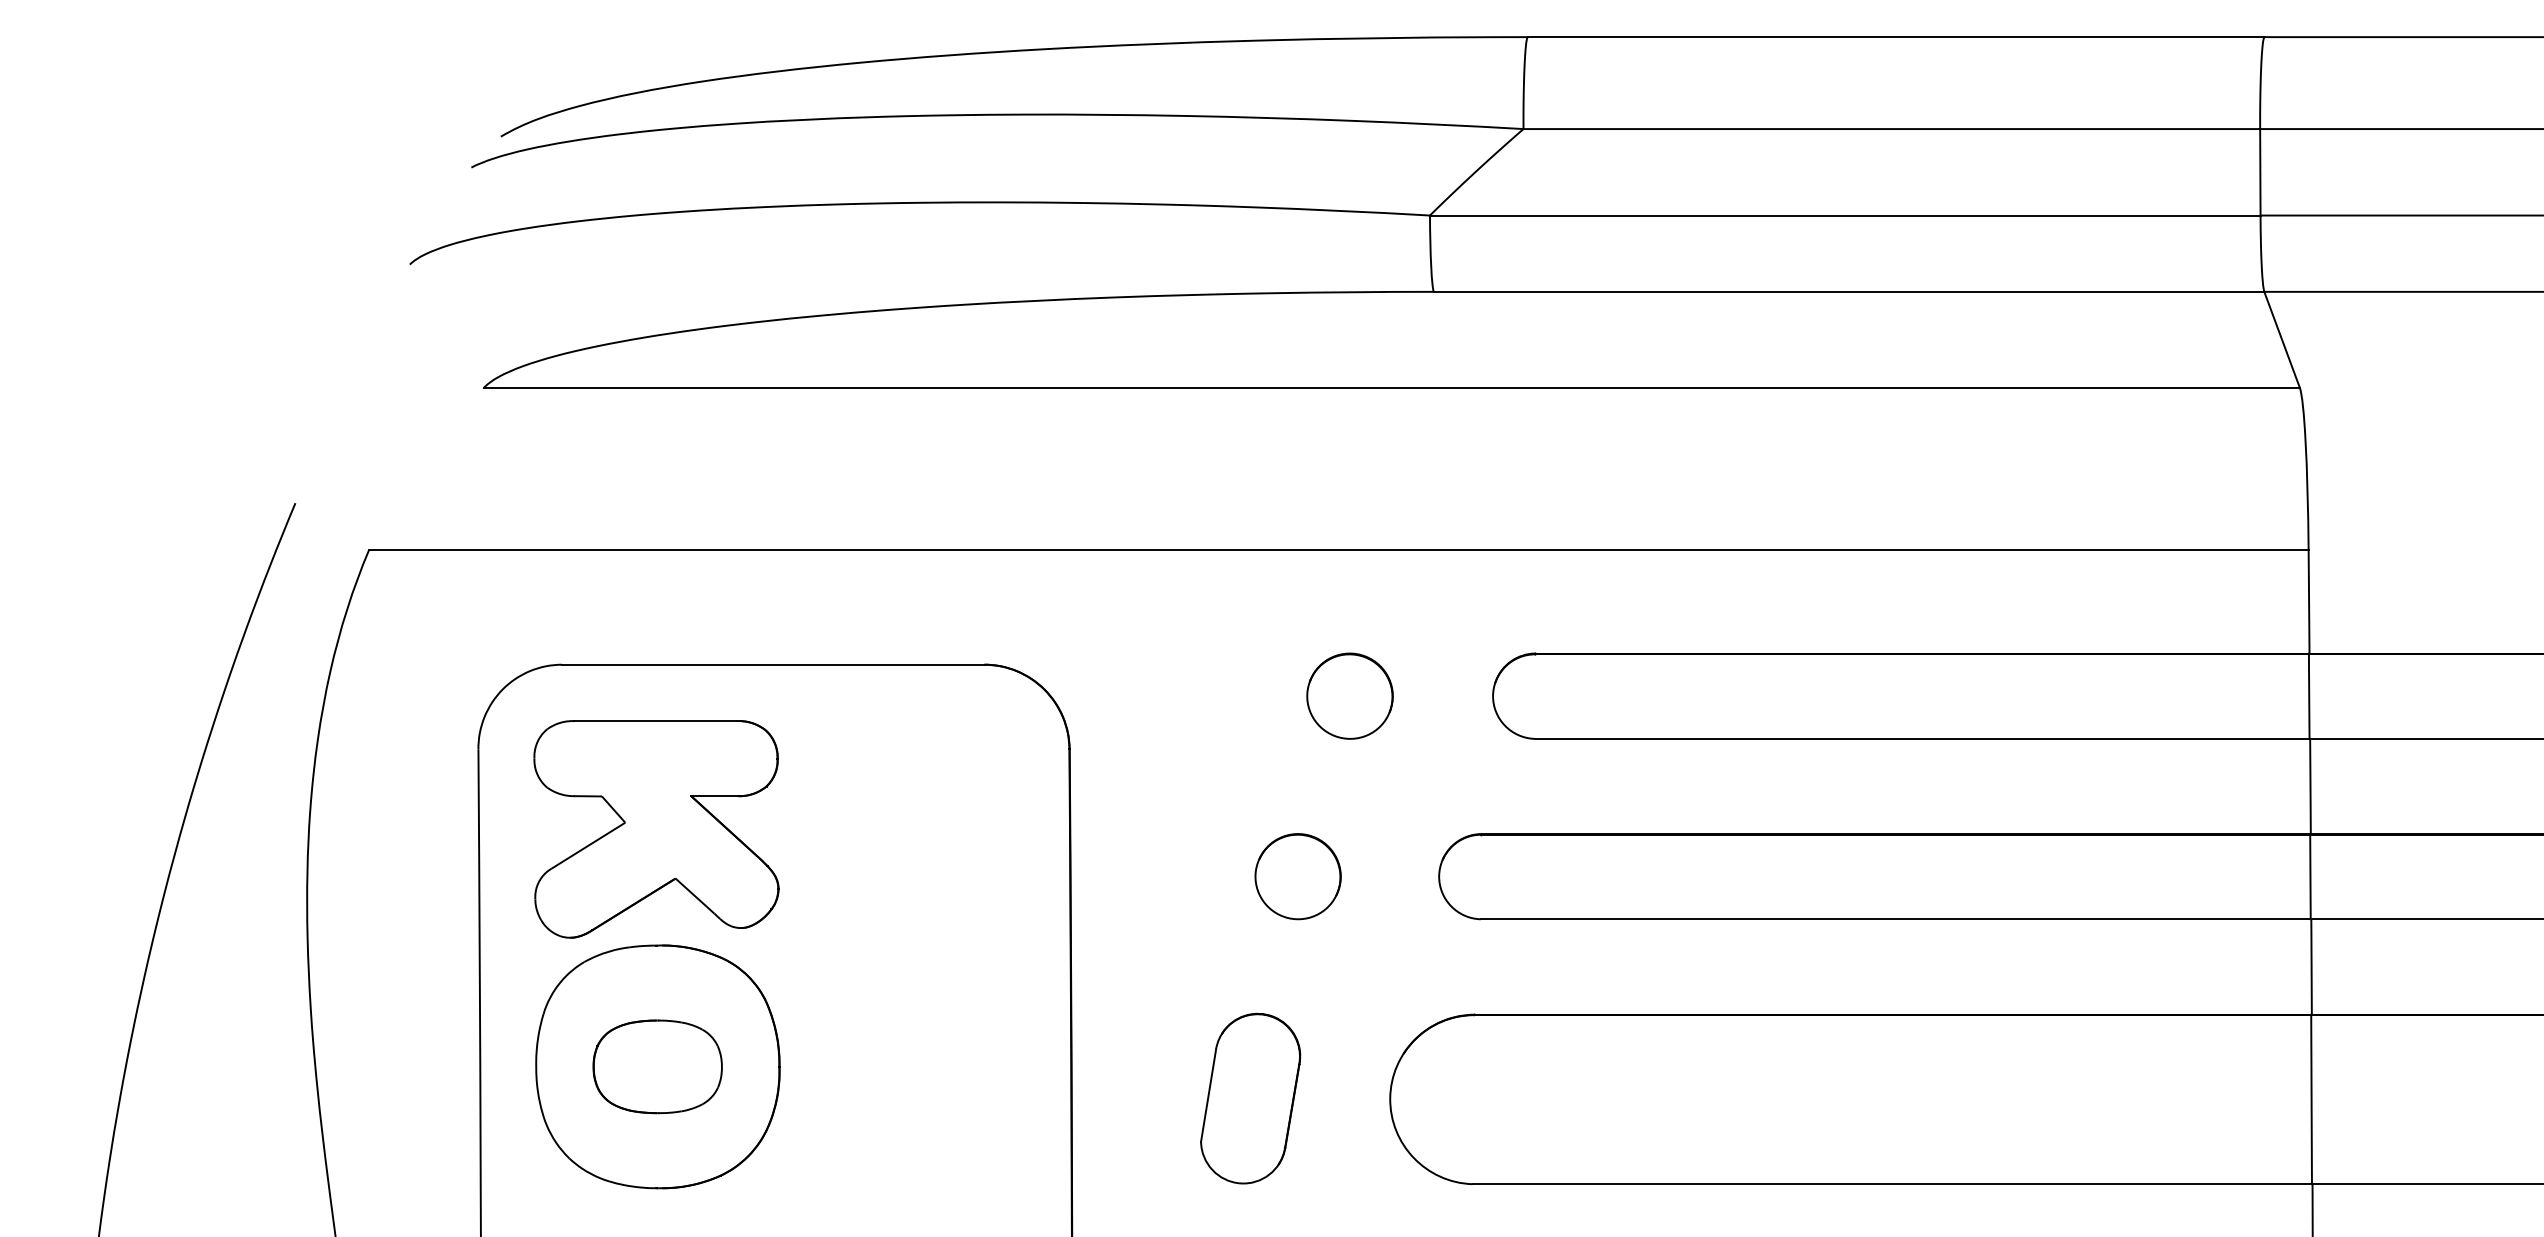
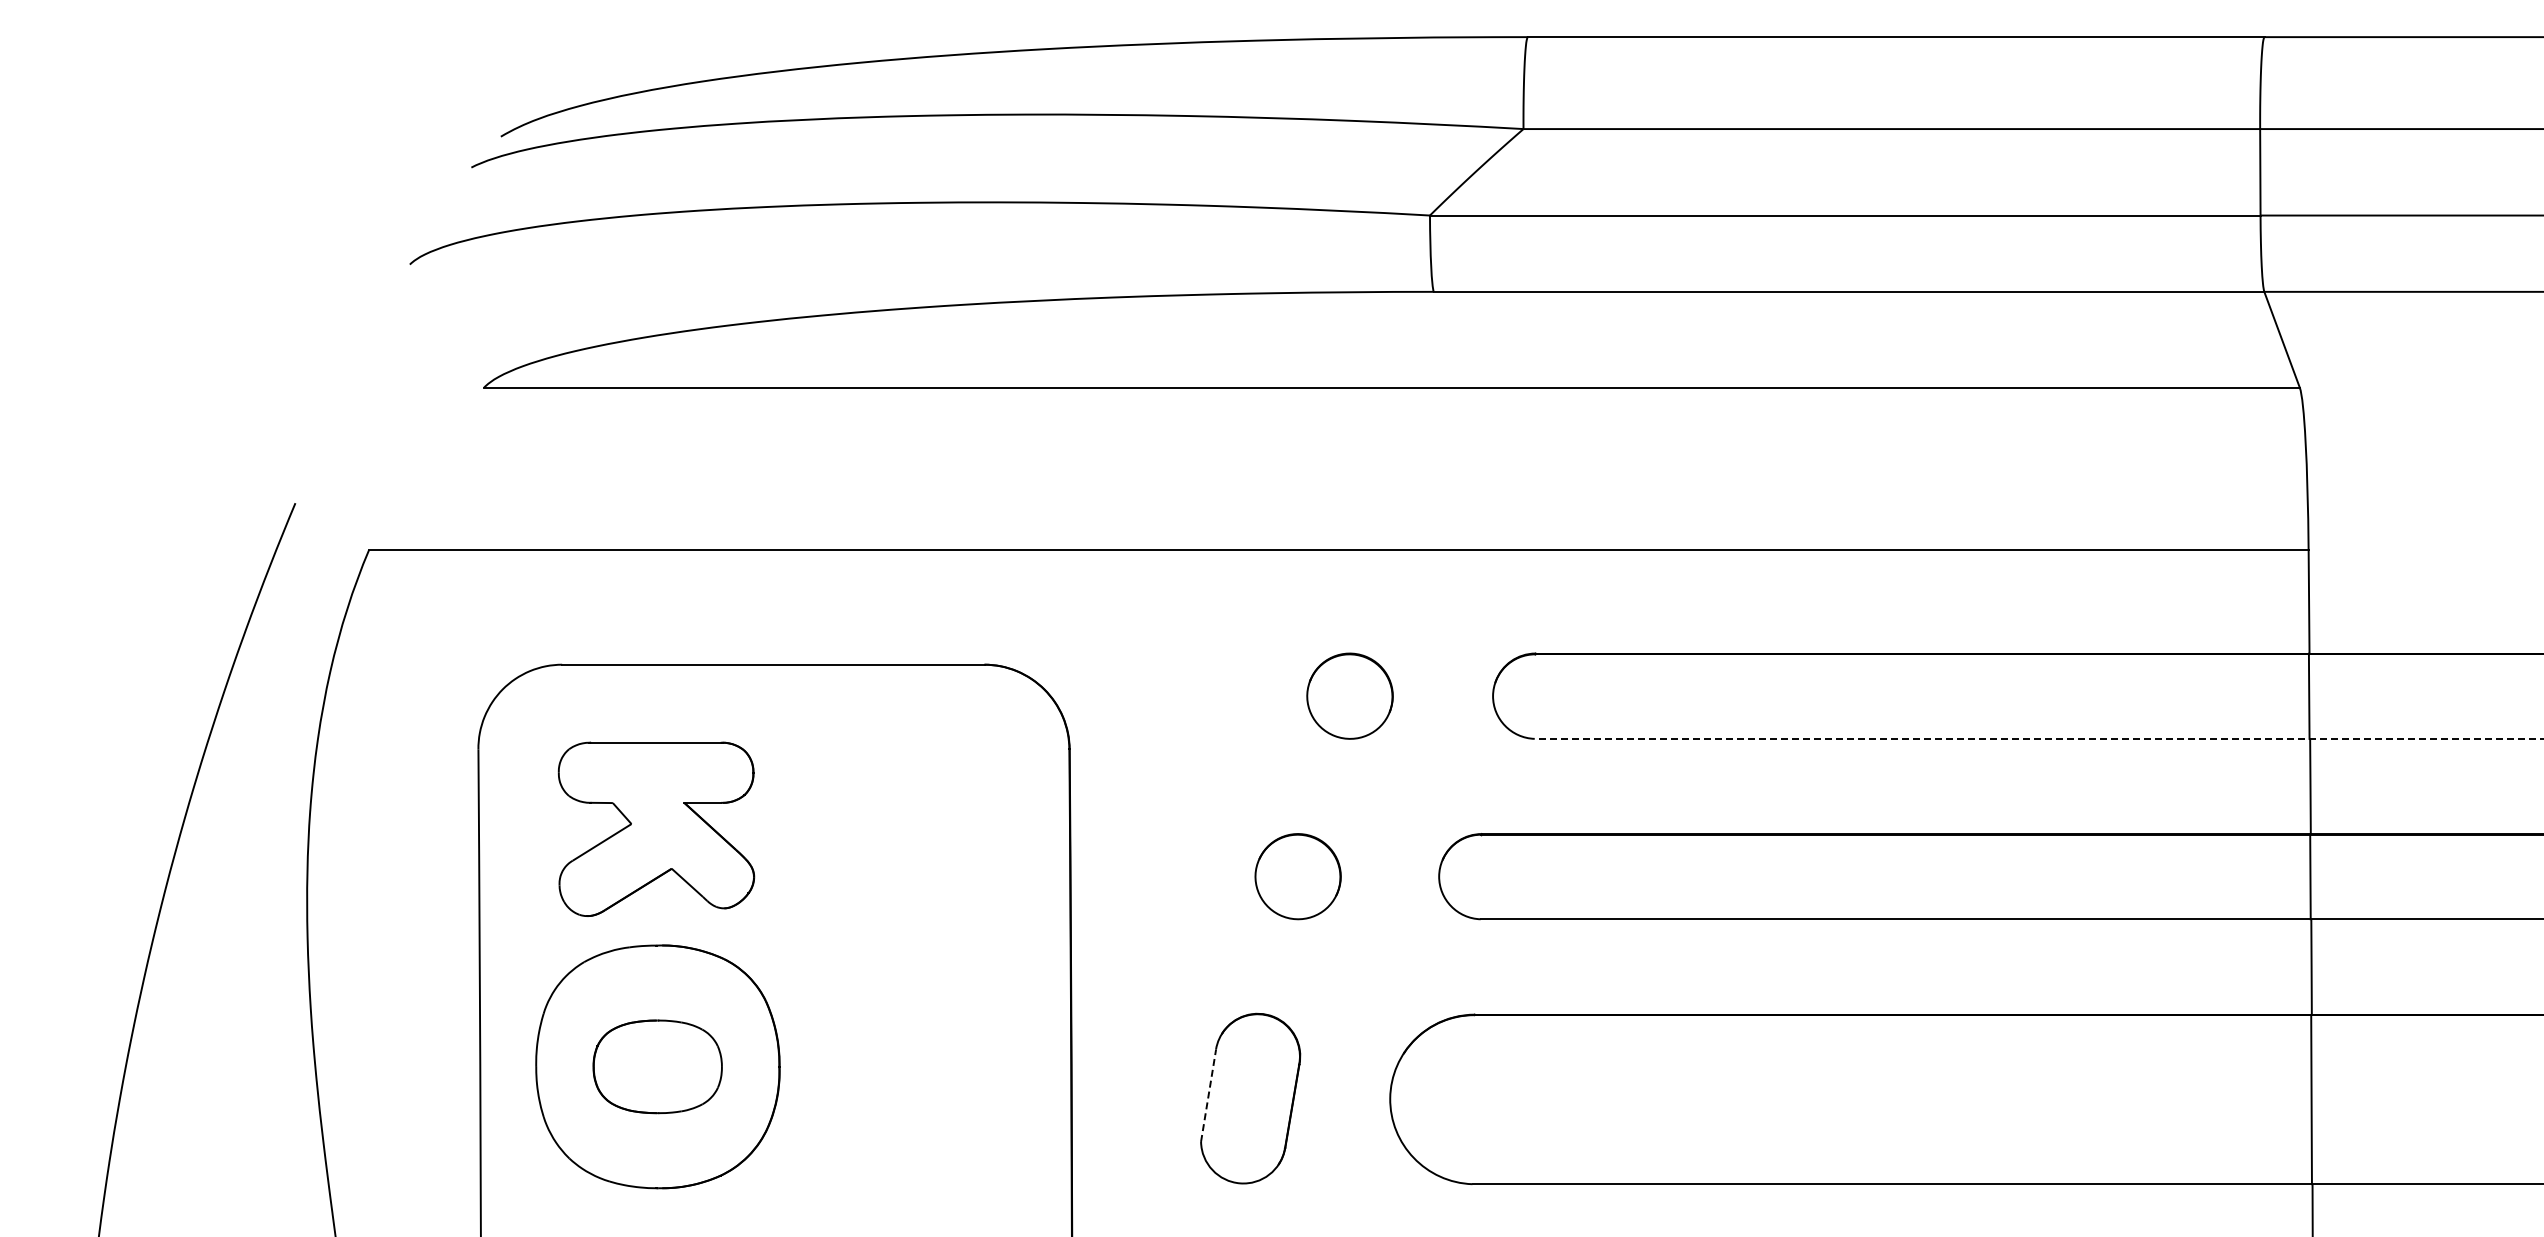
line at (2038, 738): solid -> dashed
part at (656, 829) size: 247x219 px -> 199x176 px
line at (1208, 1095): solid -> dashed
